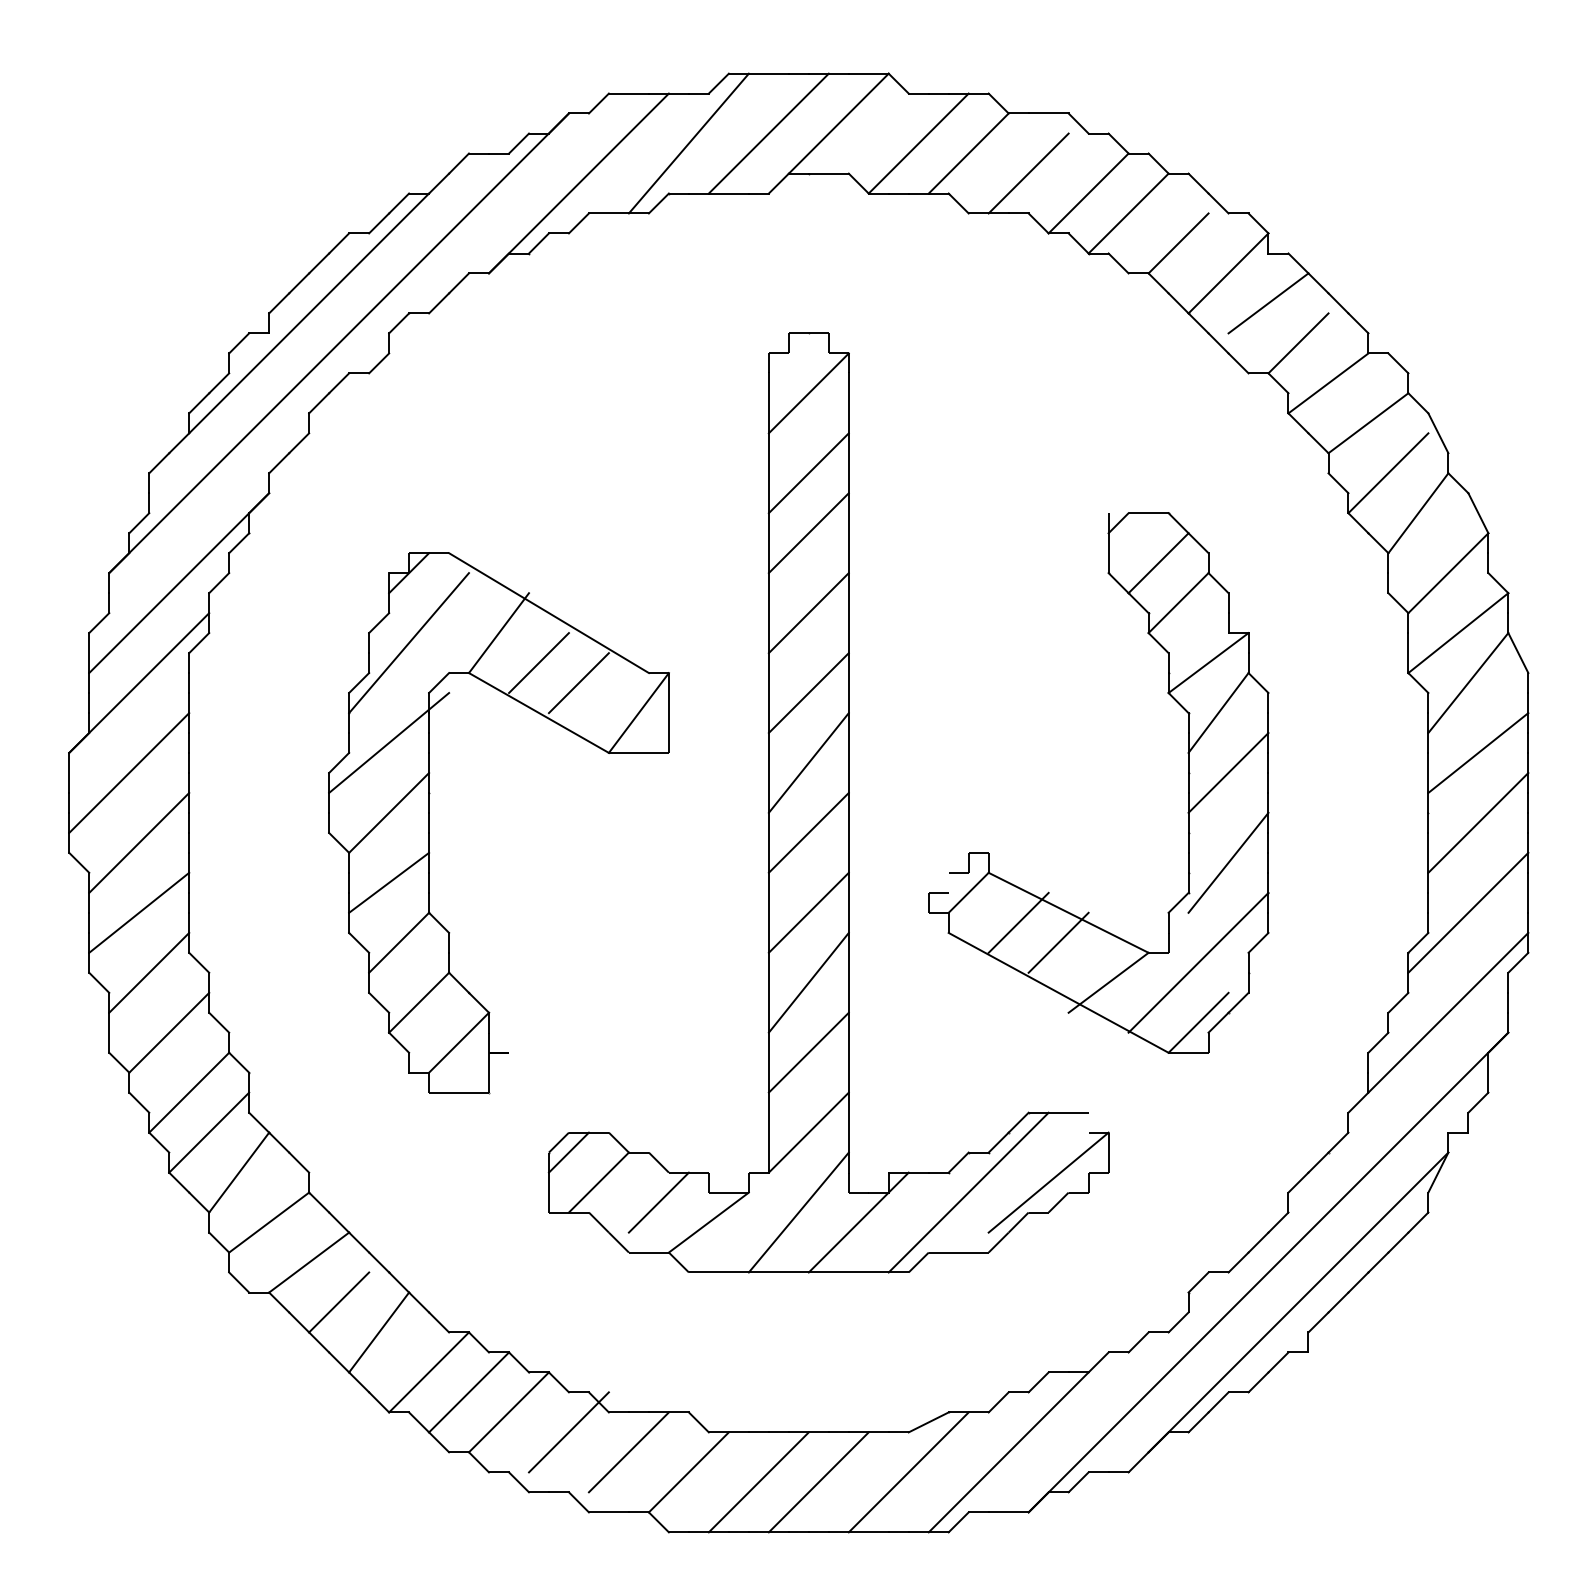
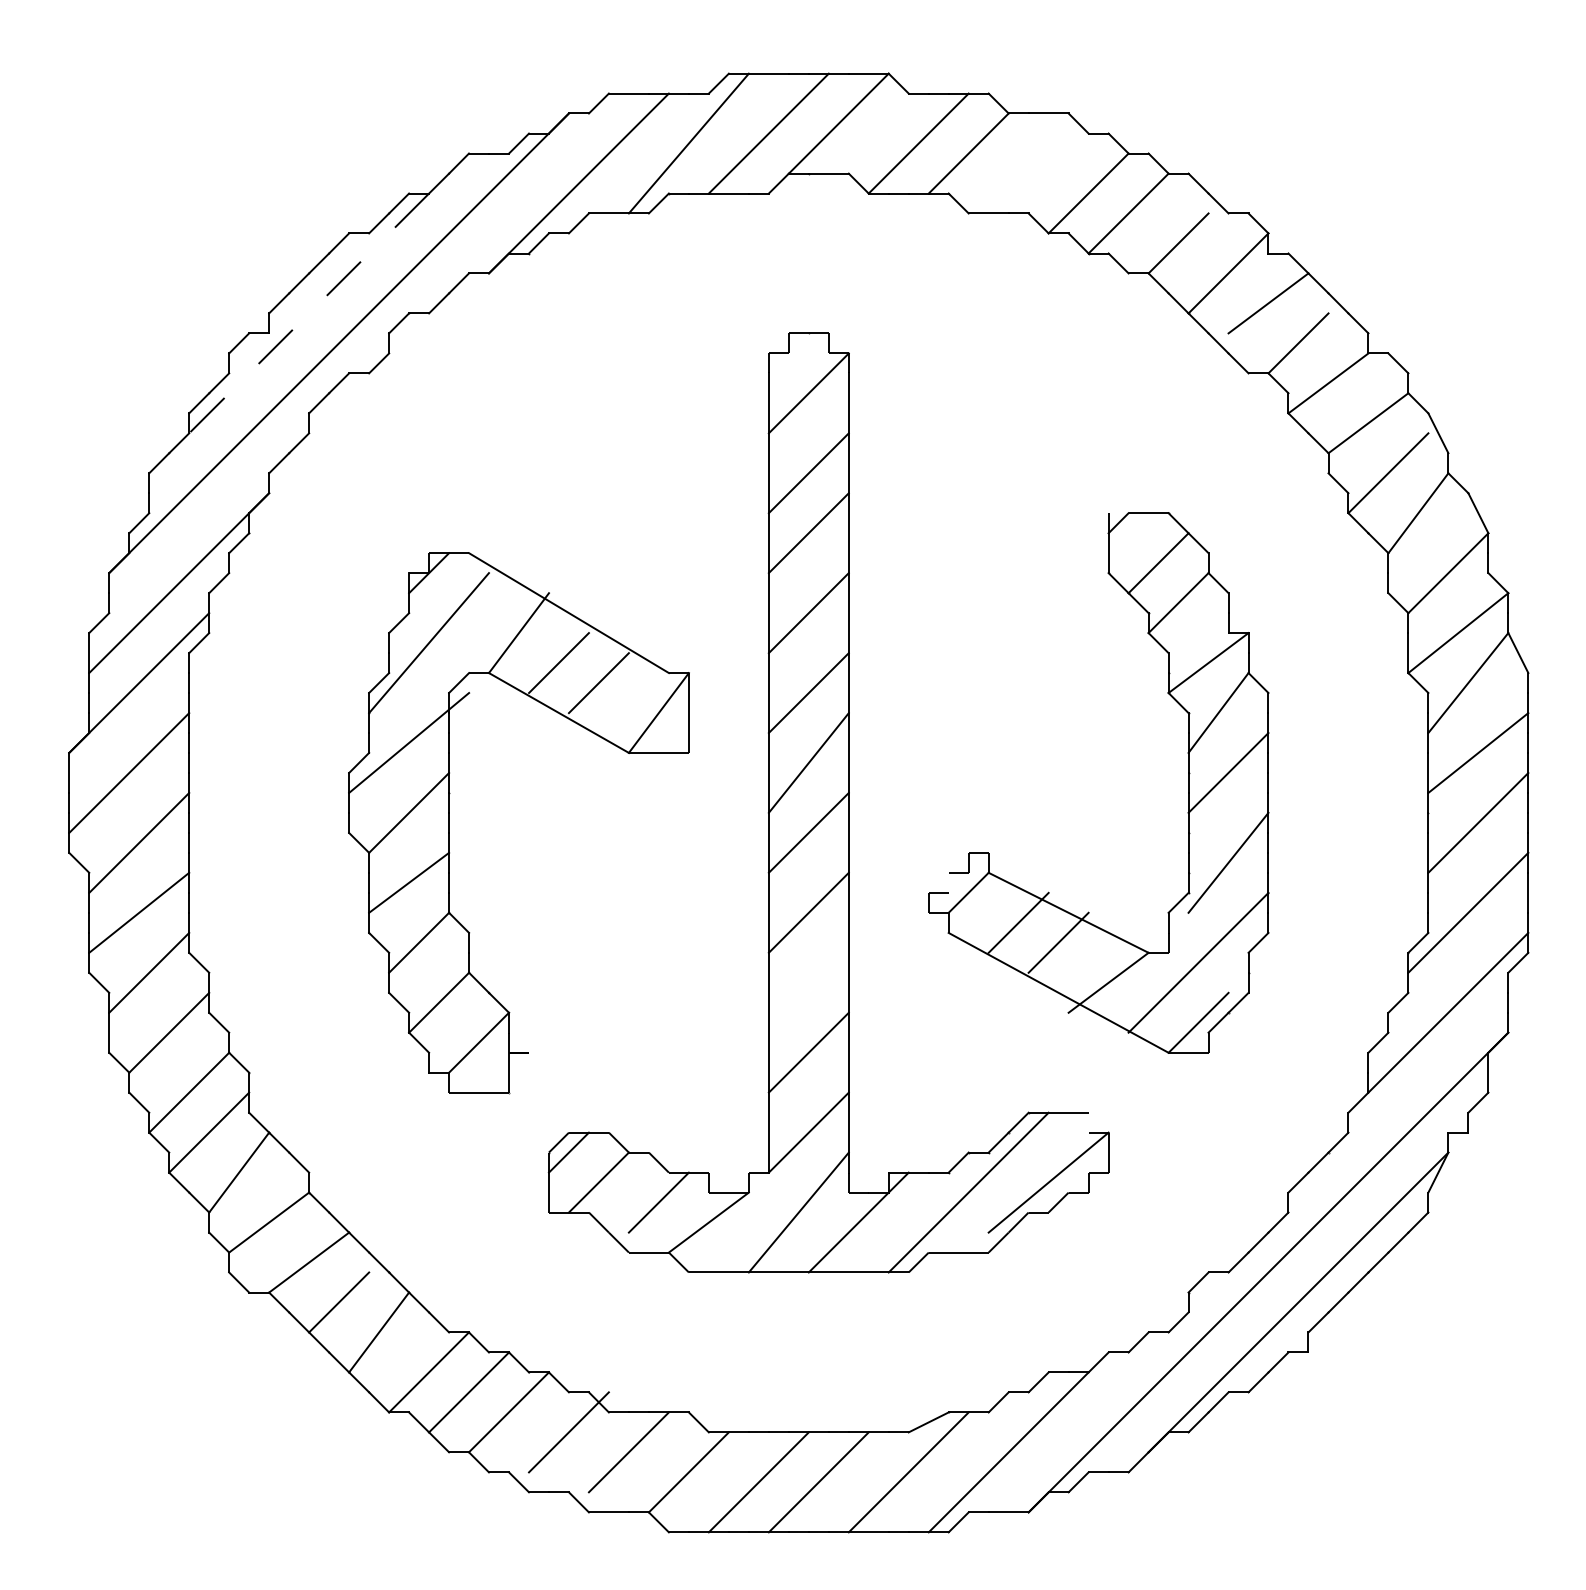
line at (1028, 173): present -> none
line at (309, 313): solid -> dashed
part at (429, 823) position: (429, 823) -> (449, 823)
line at (808, 982): present -> none
